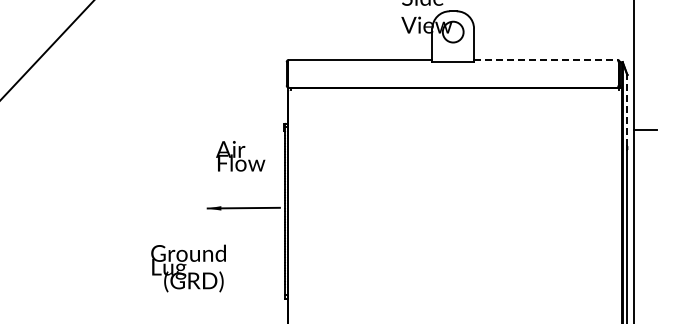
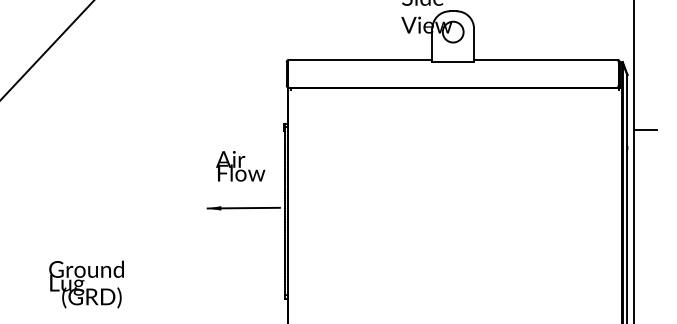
line at (546, 59): dashed -> solid
line at (627, 110): dashed -> solid
text at (240, 156) position: (240, 156) -> (240, 166)
text at (188, 268) position: (188, 268) -> (86, 284)
